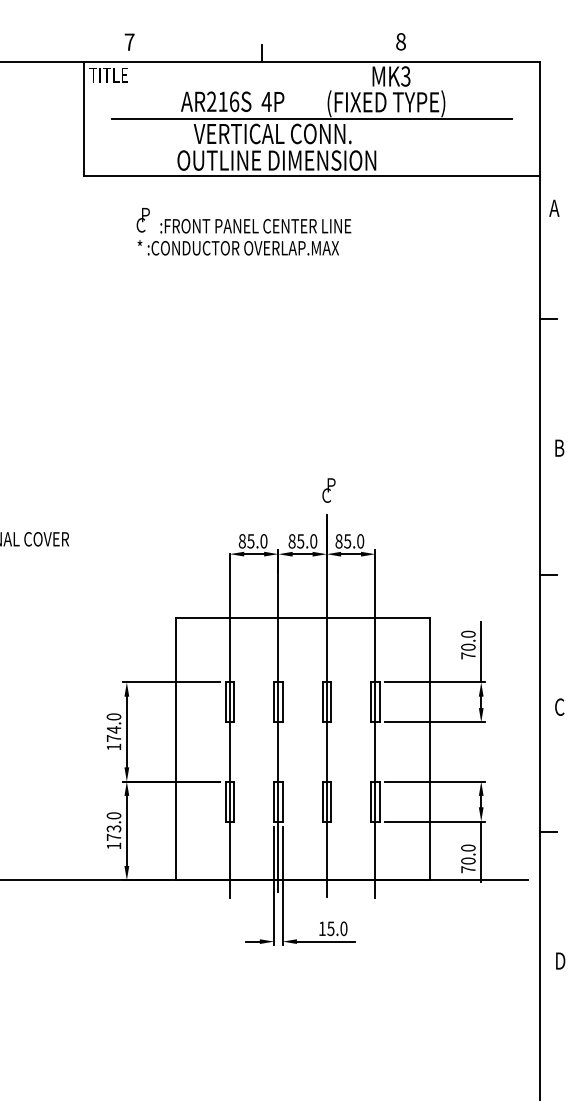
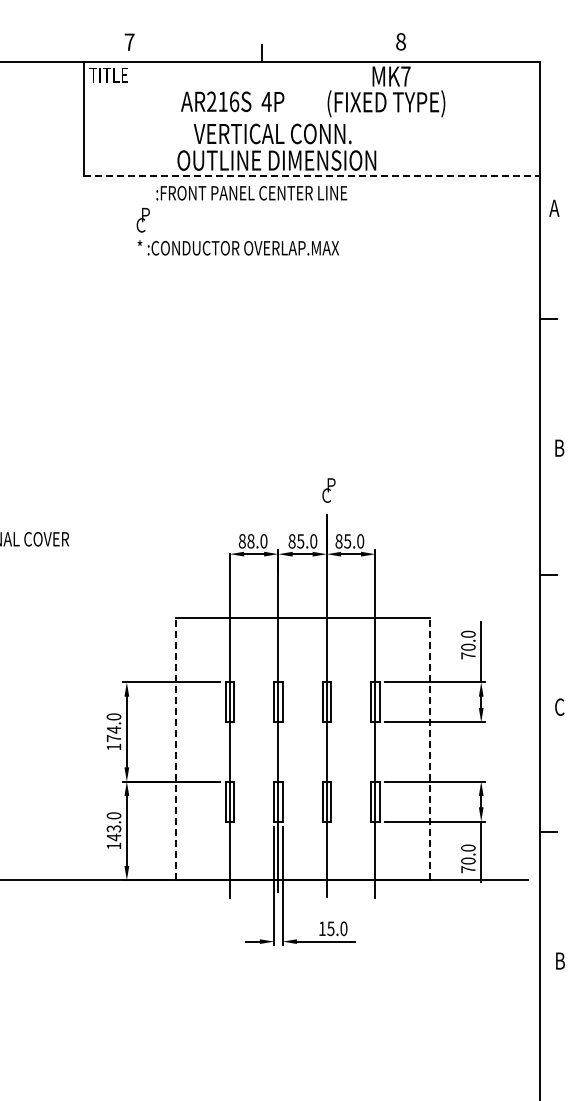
text at (405, 76): 3 -> 7
line at (311, 119): present -> none
line at (312, 176): solid -> dashed
text at (255, 226) position: (255, 226) -> (251, 193)
text at (250, 541): 85.0 -> 88.0
line at (175, 748): solid -> dashed
line at (429, 748): solid -> dashed
text at (114, 837): 173.0 -> 143.0
text at (561, 960): D -> B
